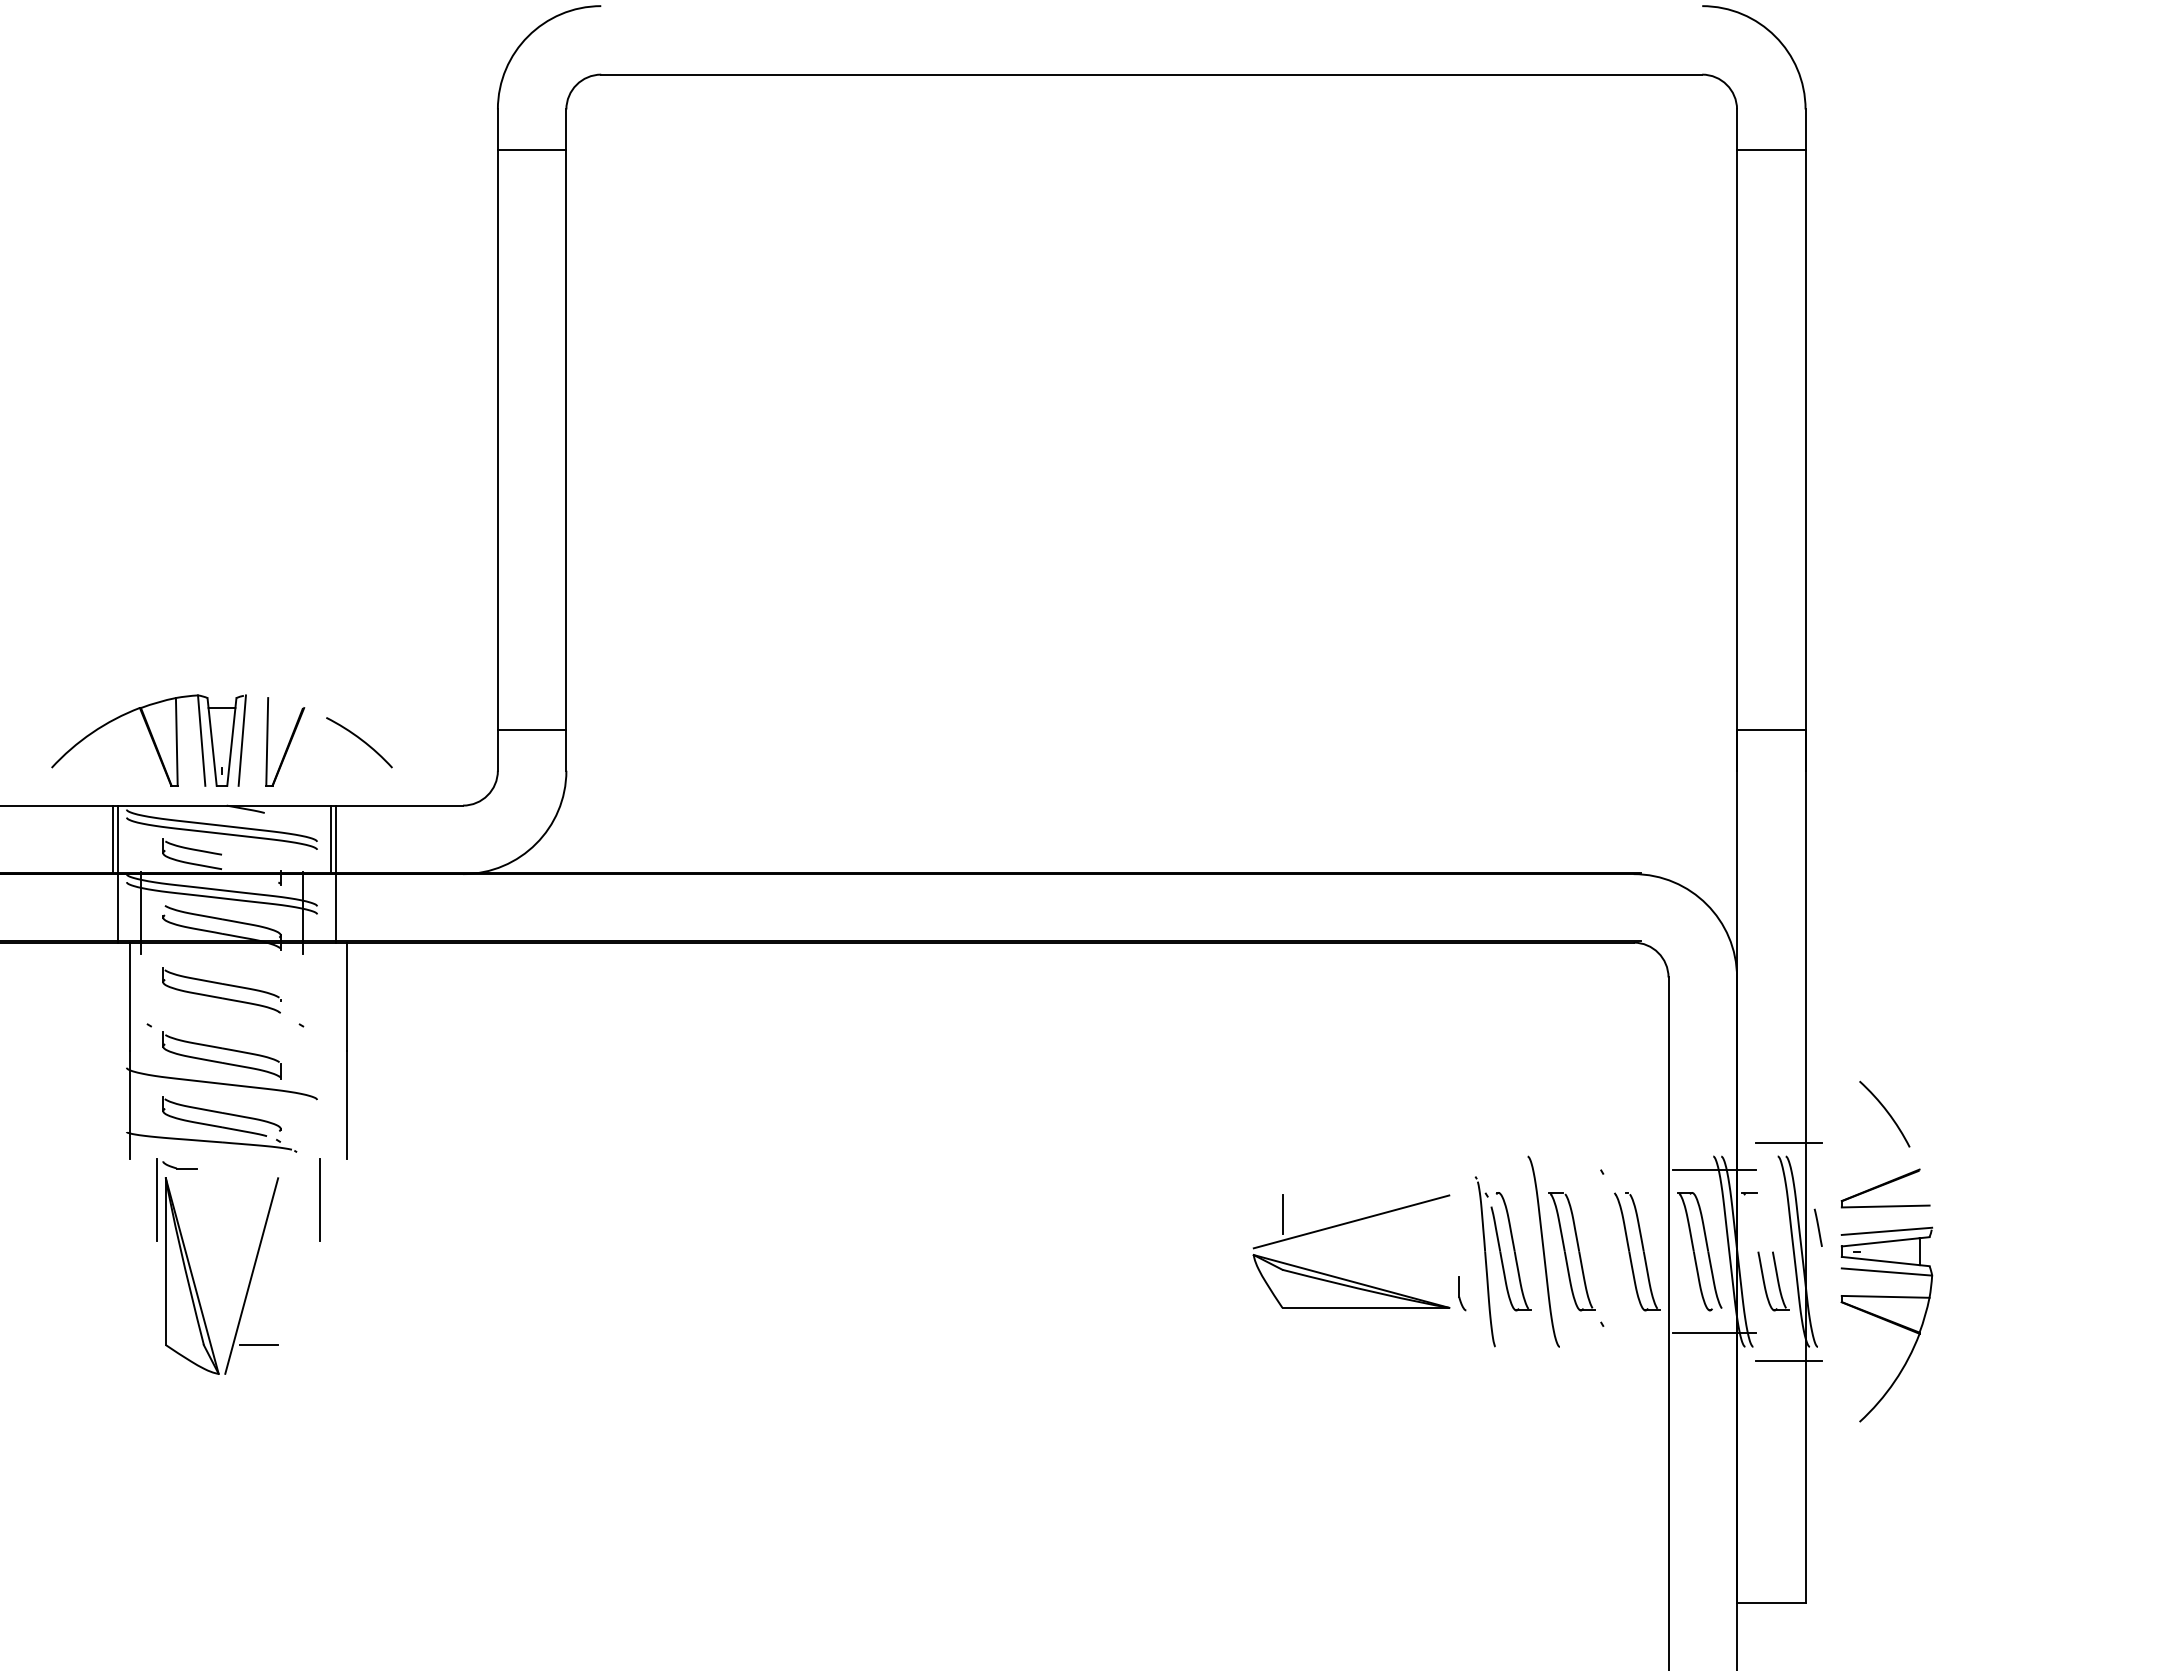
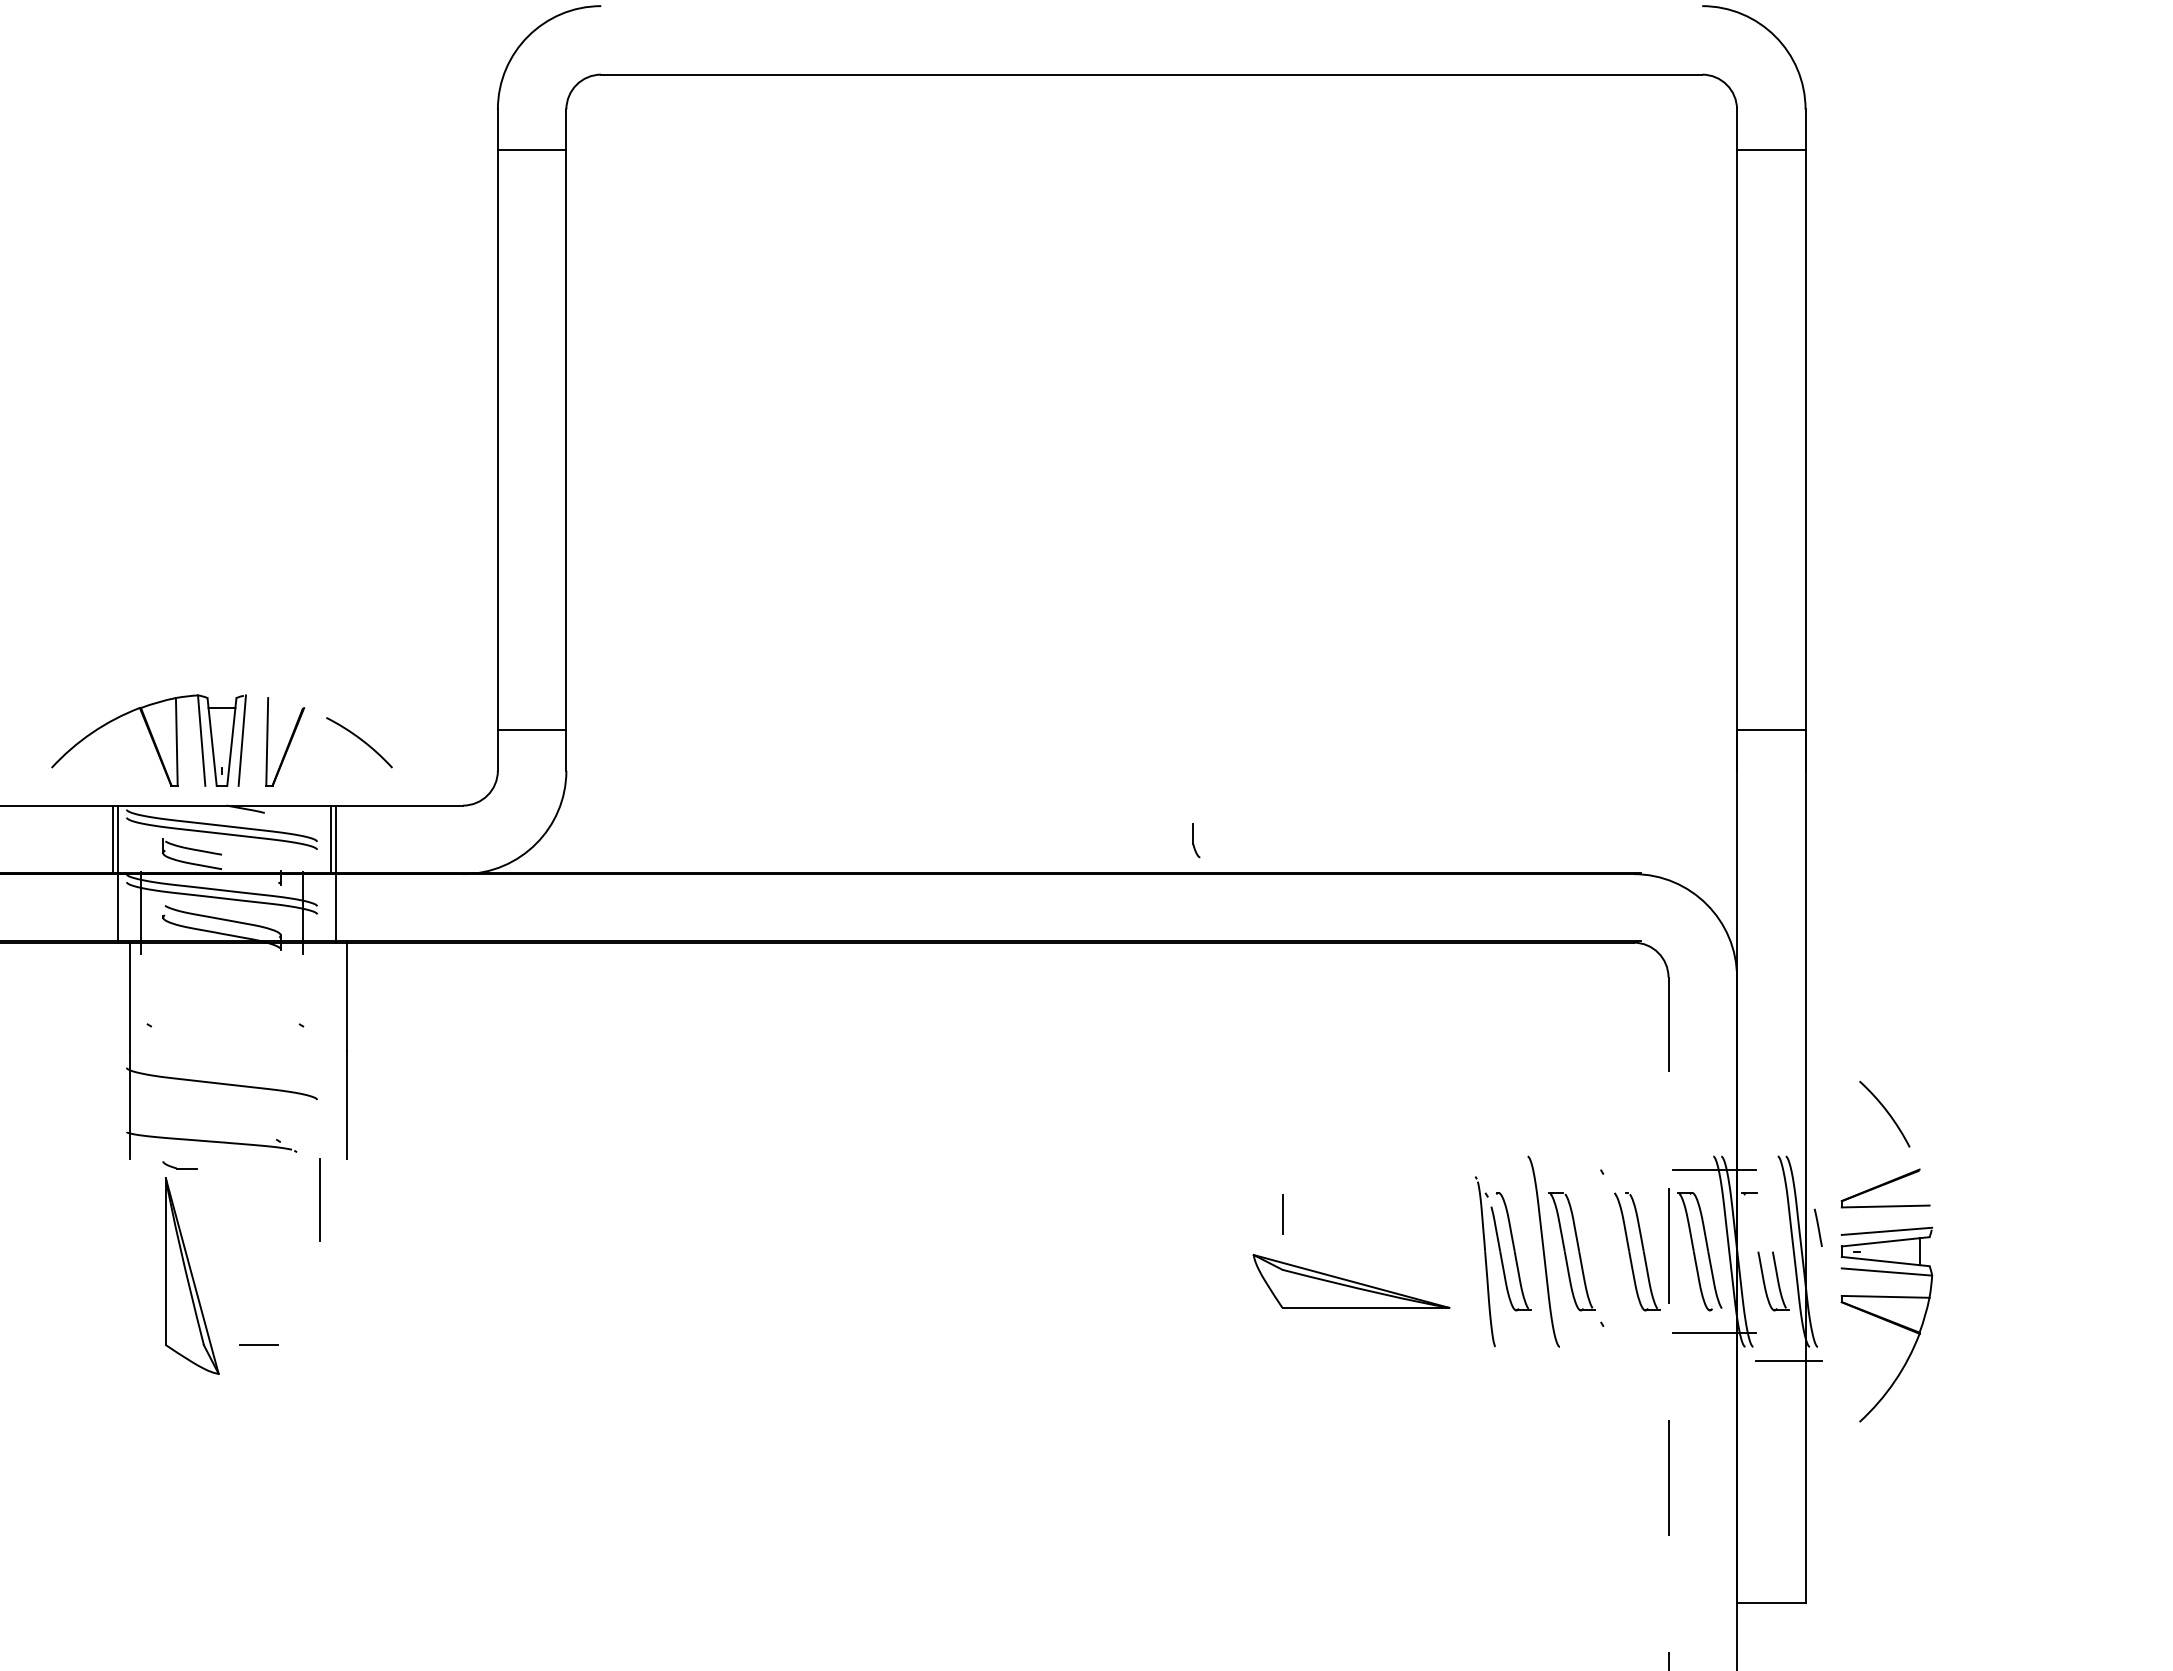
part at (221, 990): present -> none
part at (221, 1055): present -> none
part at (221, 1116): present -> none
line at (1788, 1142): present -> none
line at (157, 1199): present -> none
line at (1351, 1221): present -> none
line at (251, 1275): present -> none
part at (1462, 1293) position: (1462, 1293) -> (1196, 840)
line at (1668, 1323): solid -> dashed
